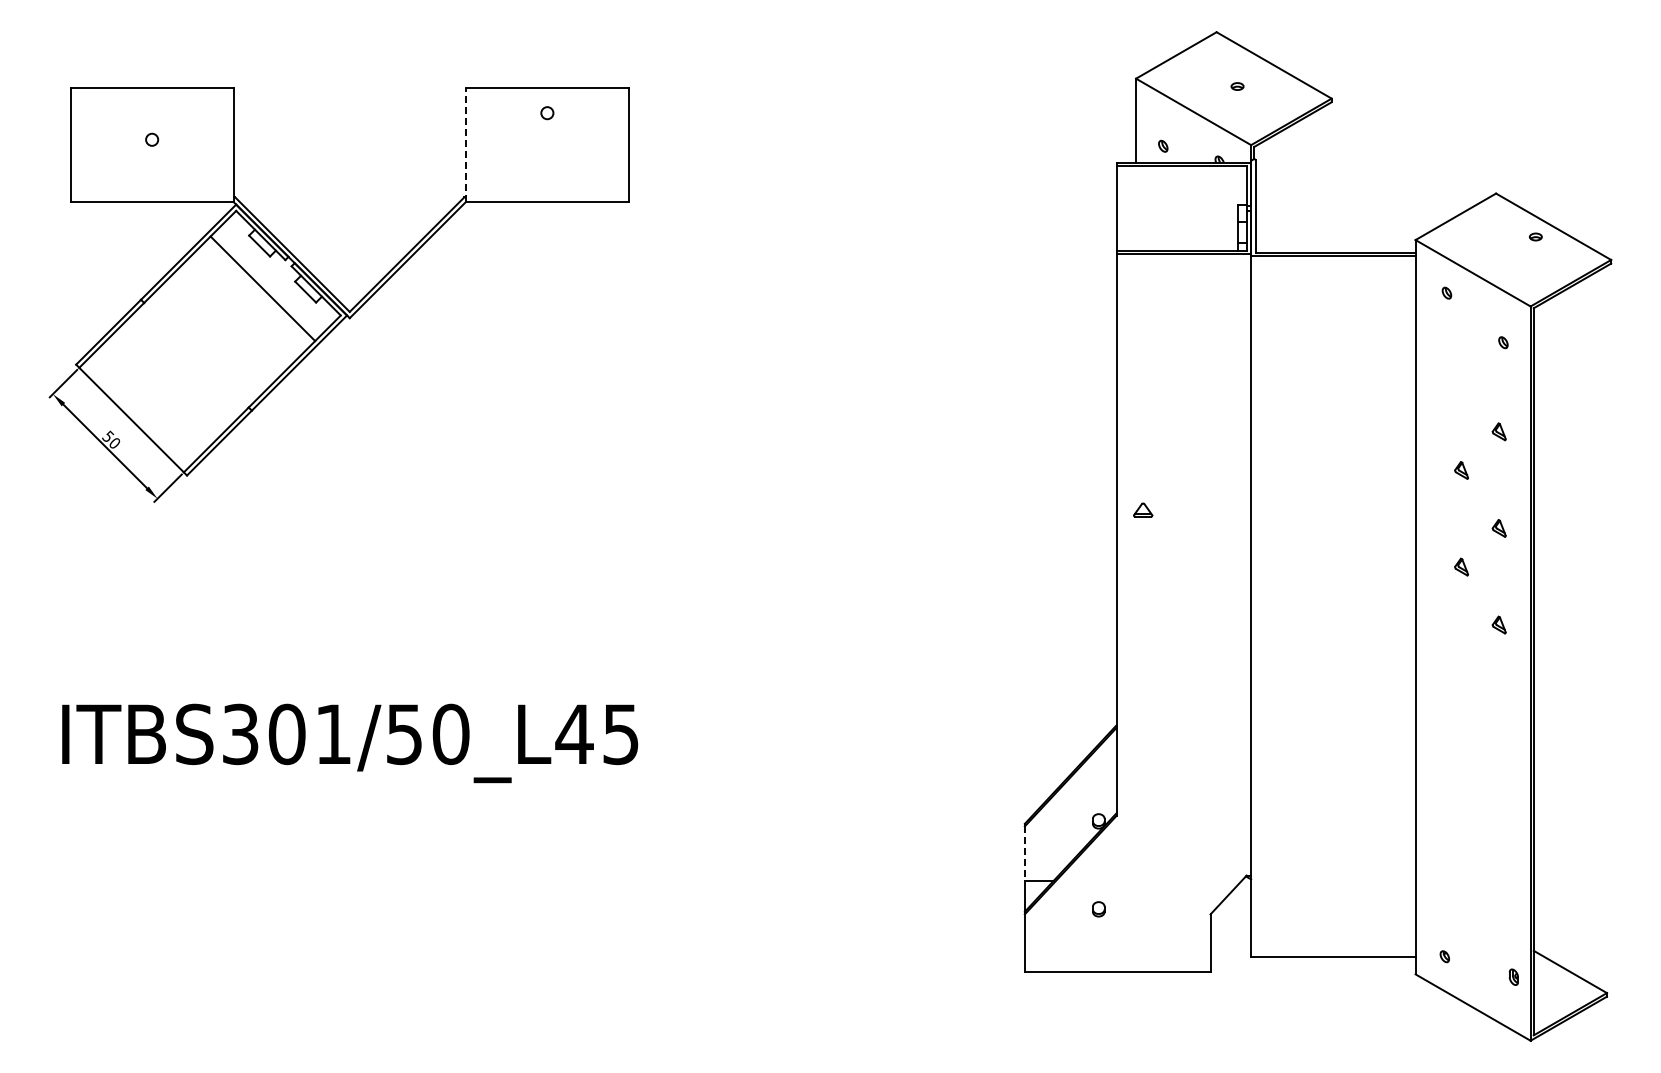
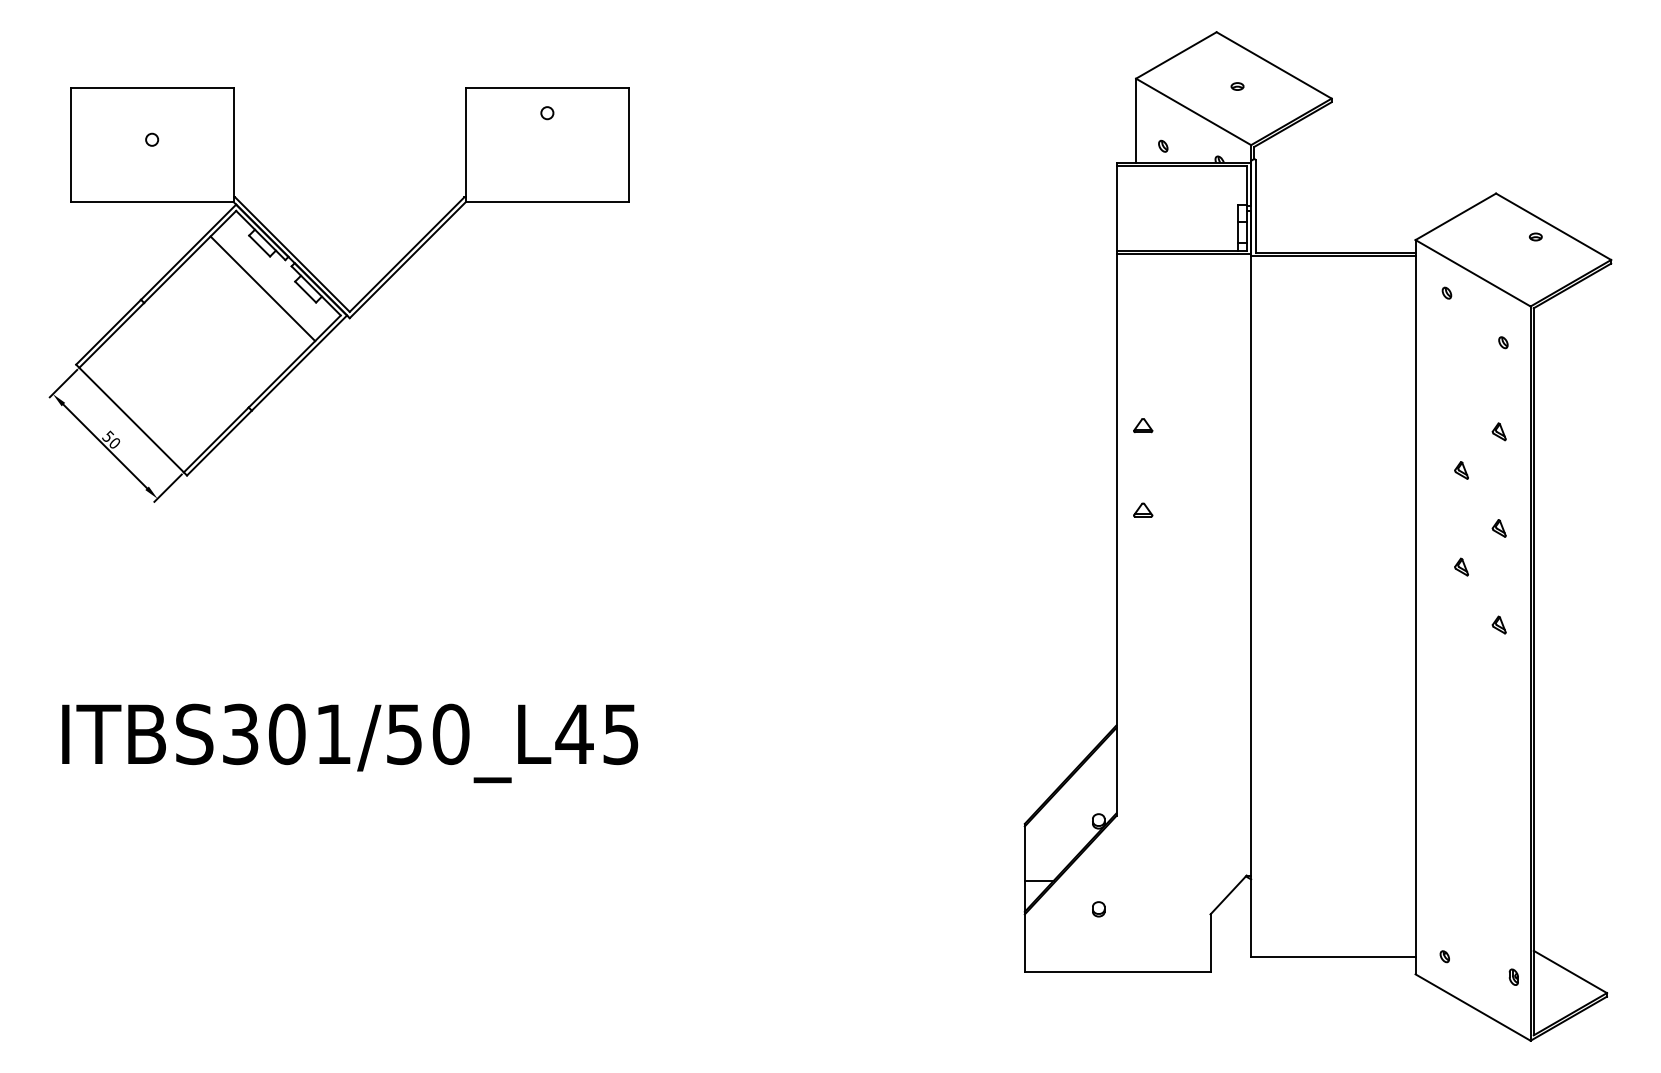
line at (466, 144): dashed -> solid
part at (1143, 425): none -> present
line at (1024, 854): dashed -> solid
